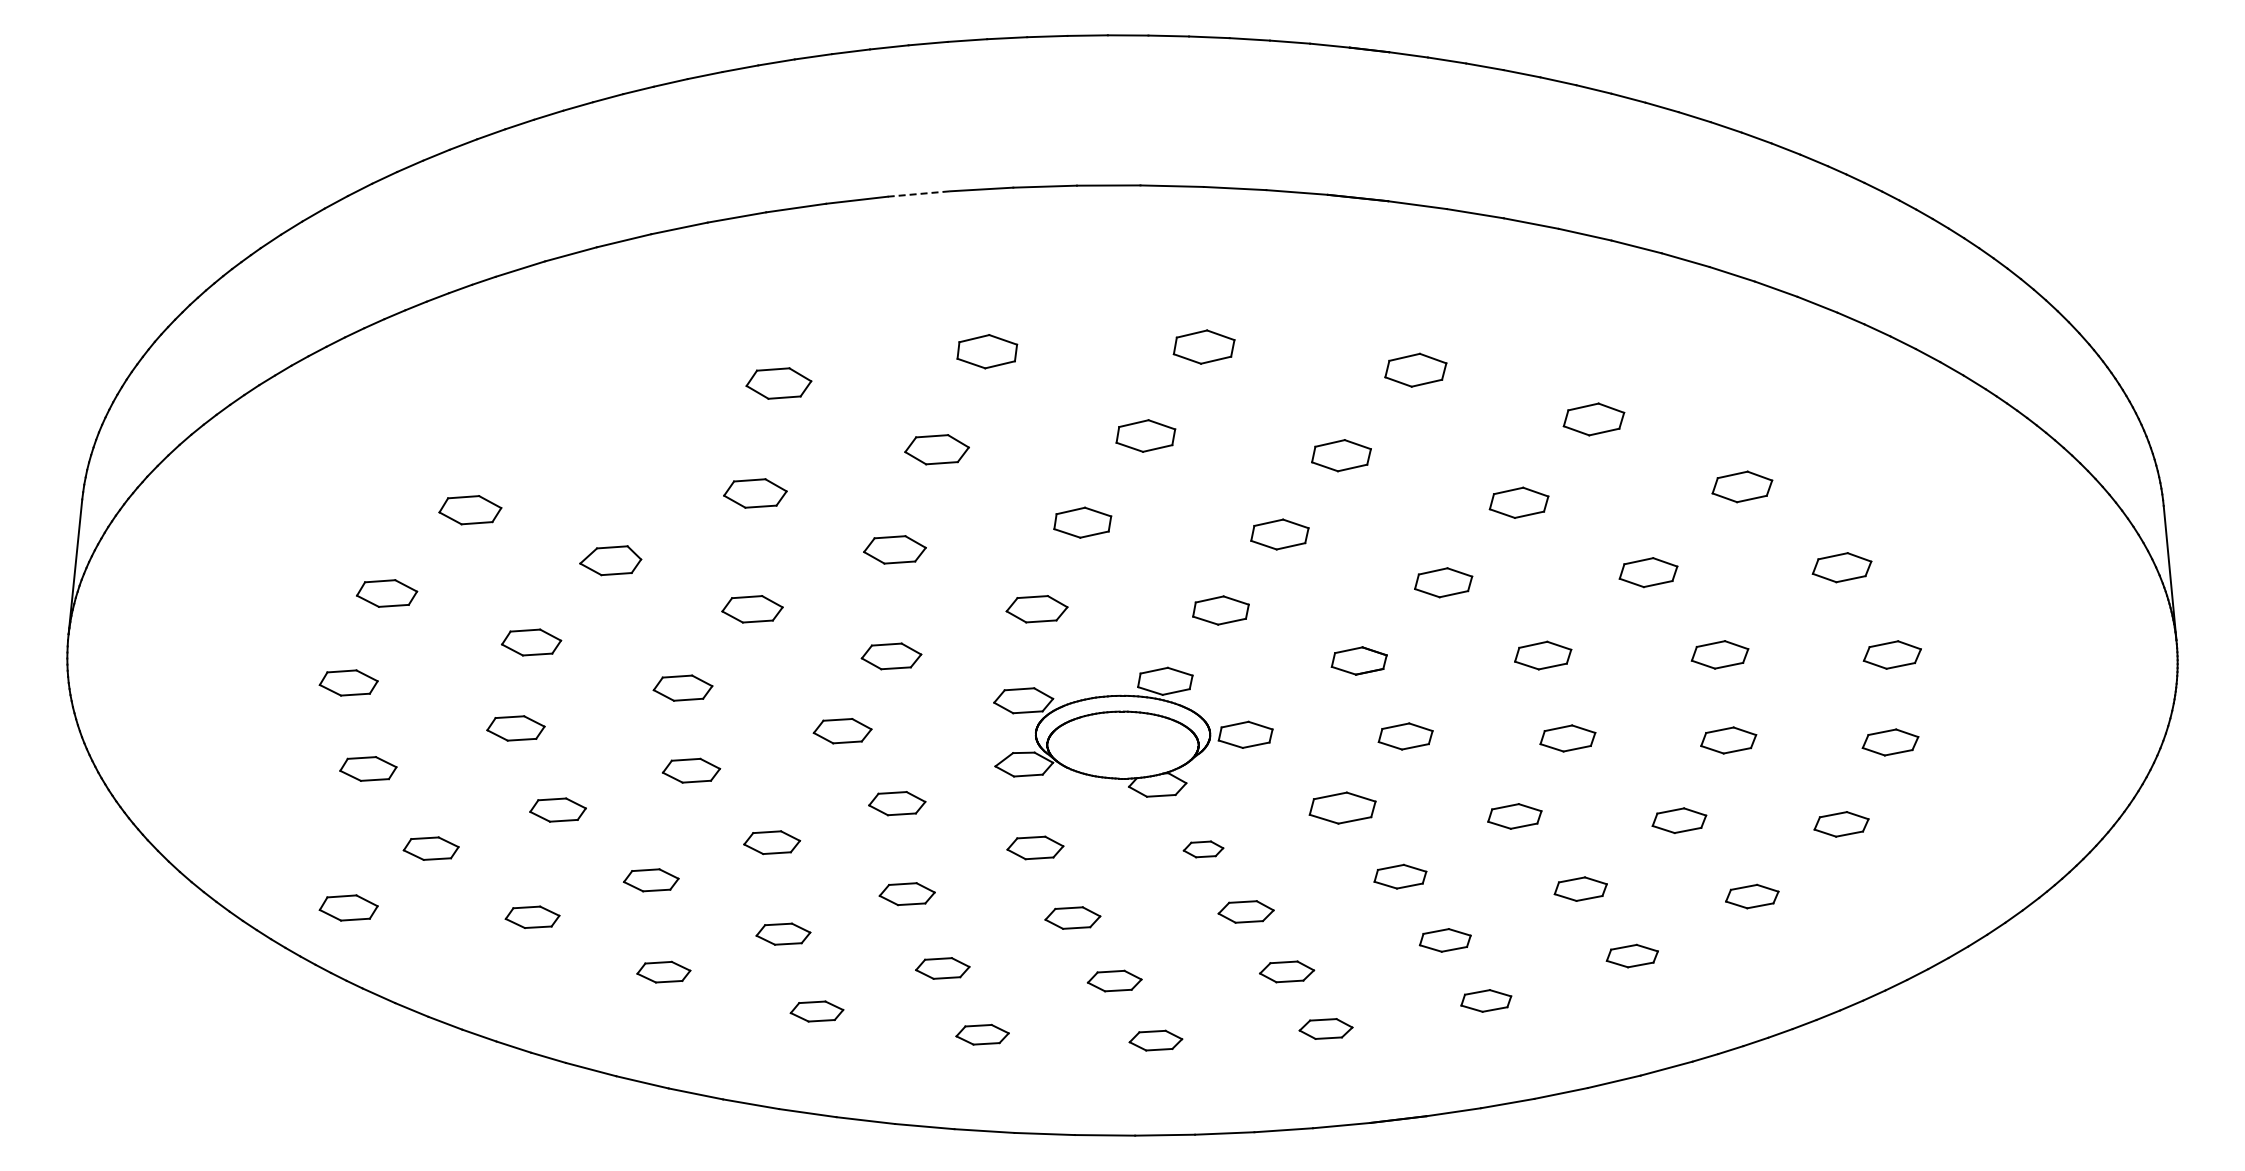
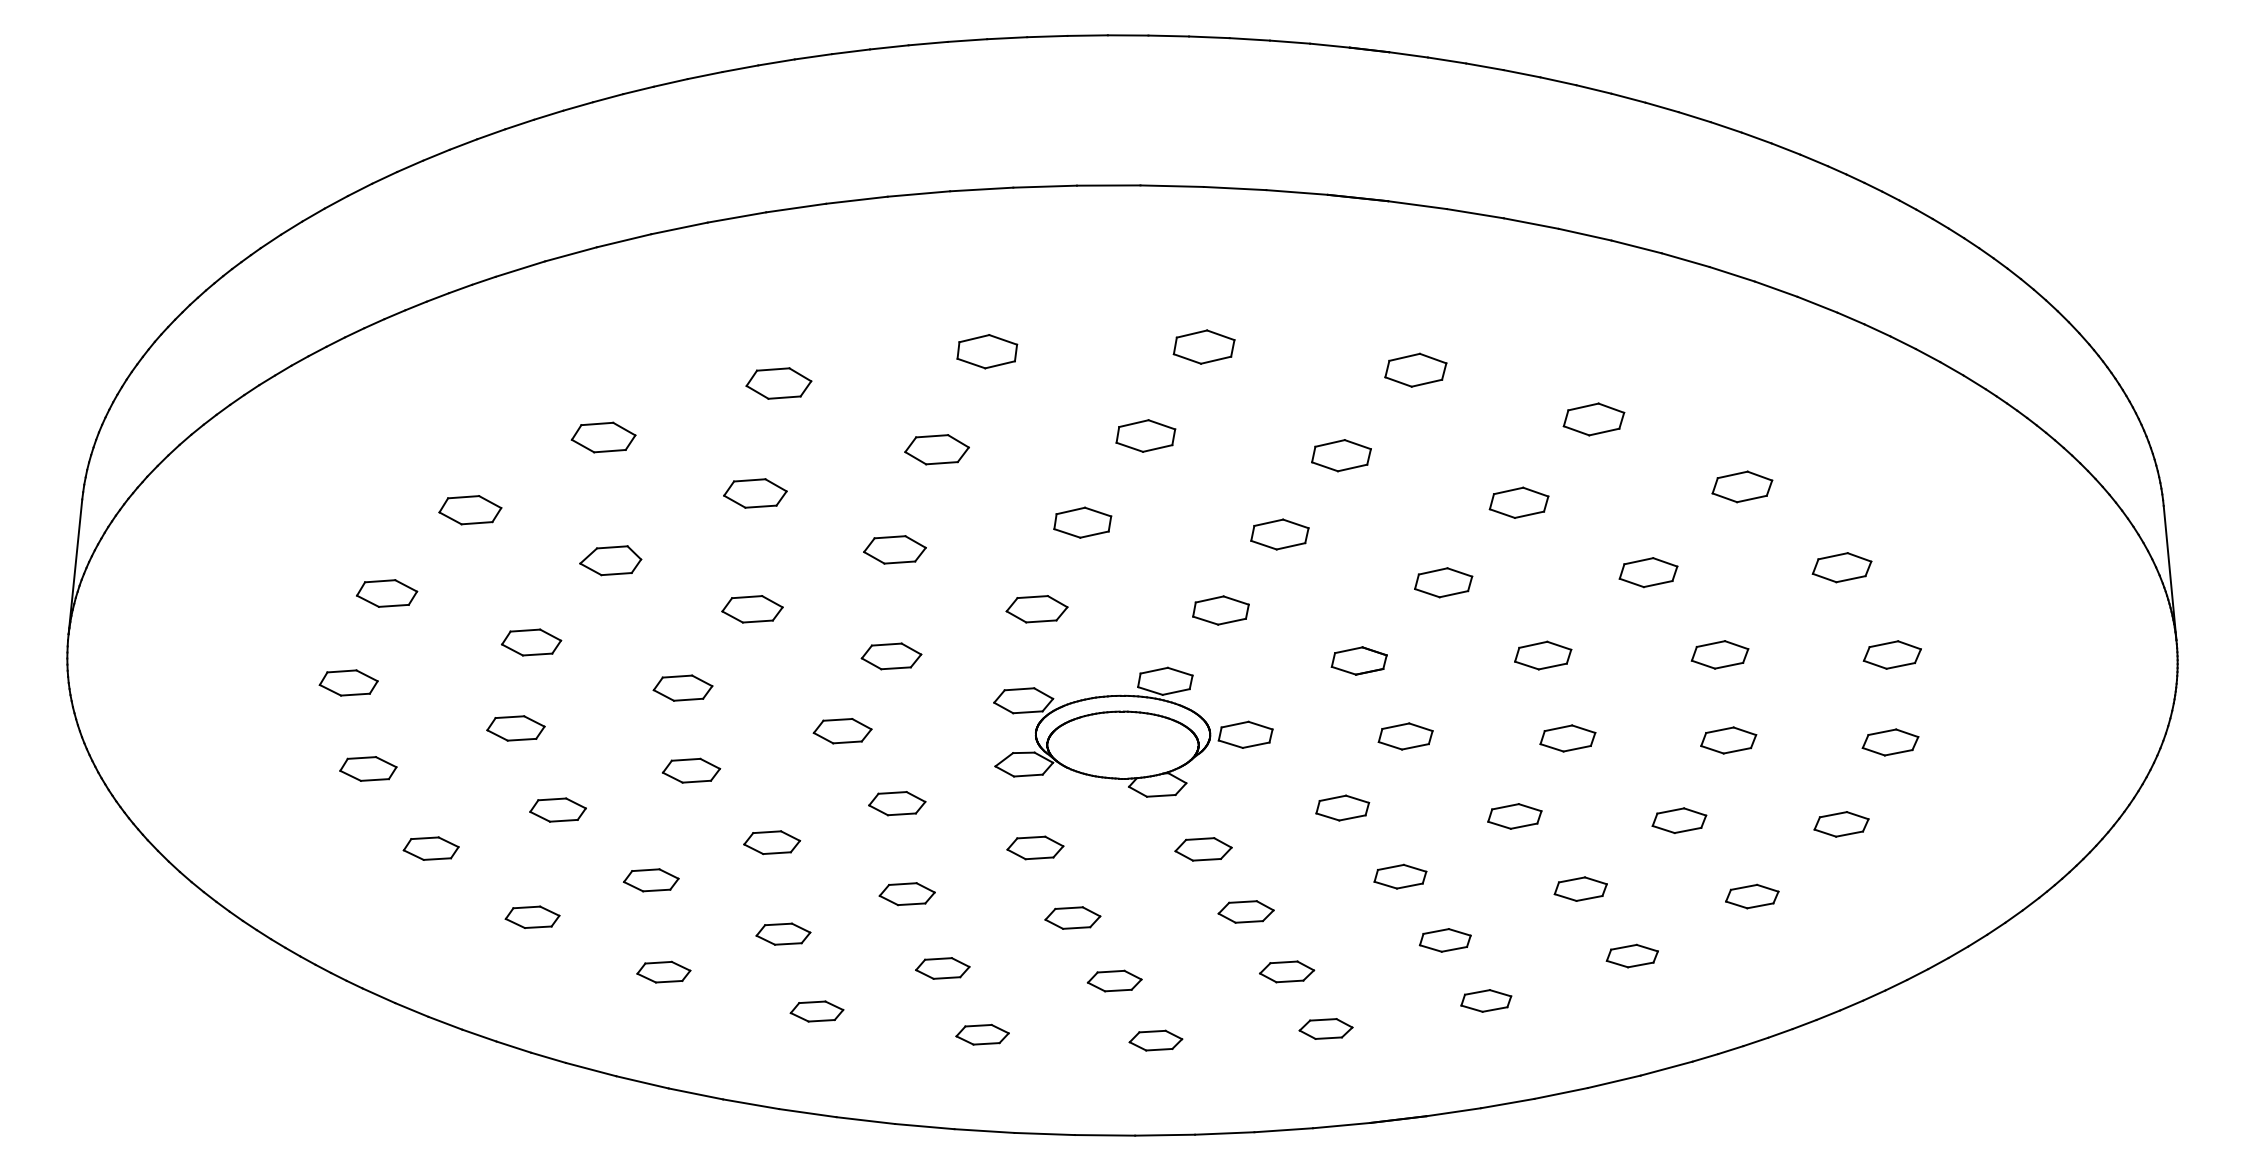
line at (919, 193): dashed -> solid
part at (603, 437): none -> present
part at (1342, 807) size: 69x34 px -> 56x28 px
part at (1203, 849) size: 43x19 px -> 59x25 px
part at (348, 907): present -> none
